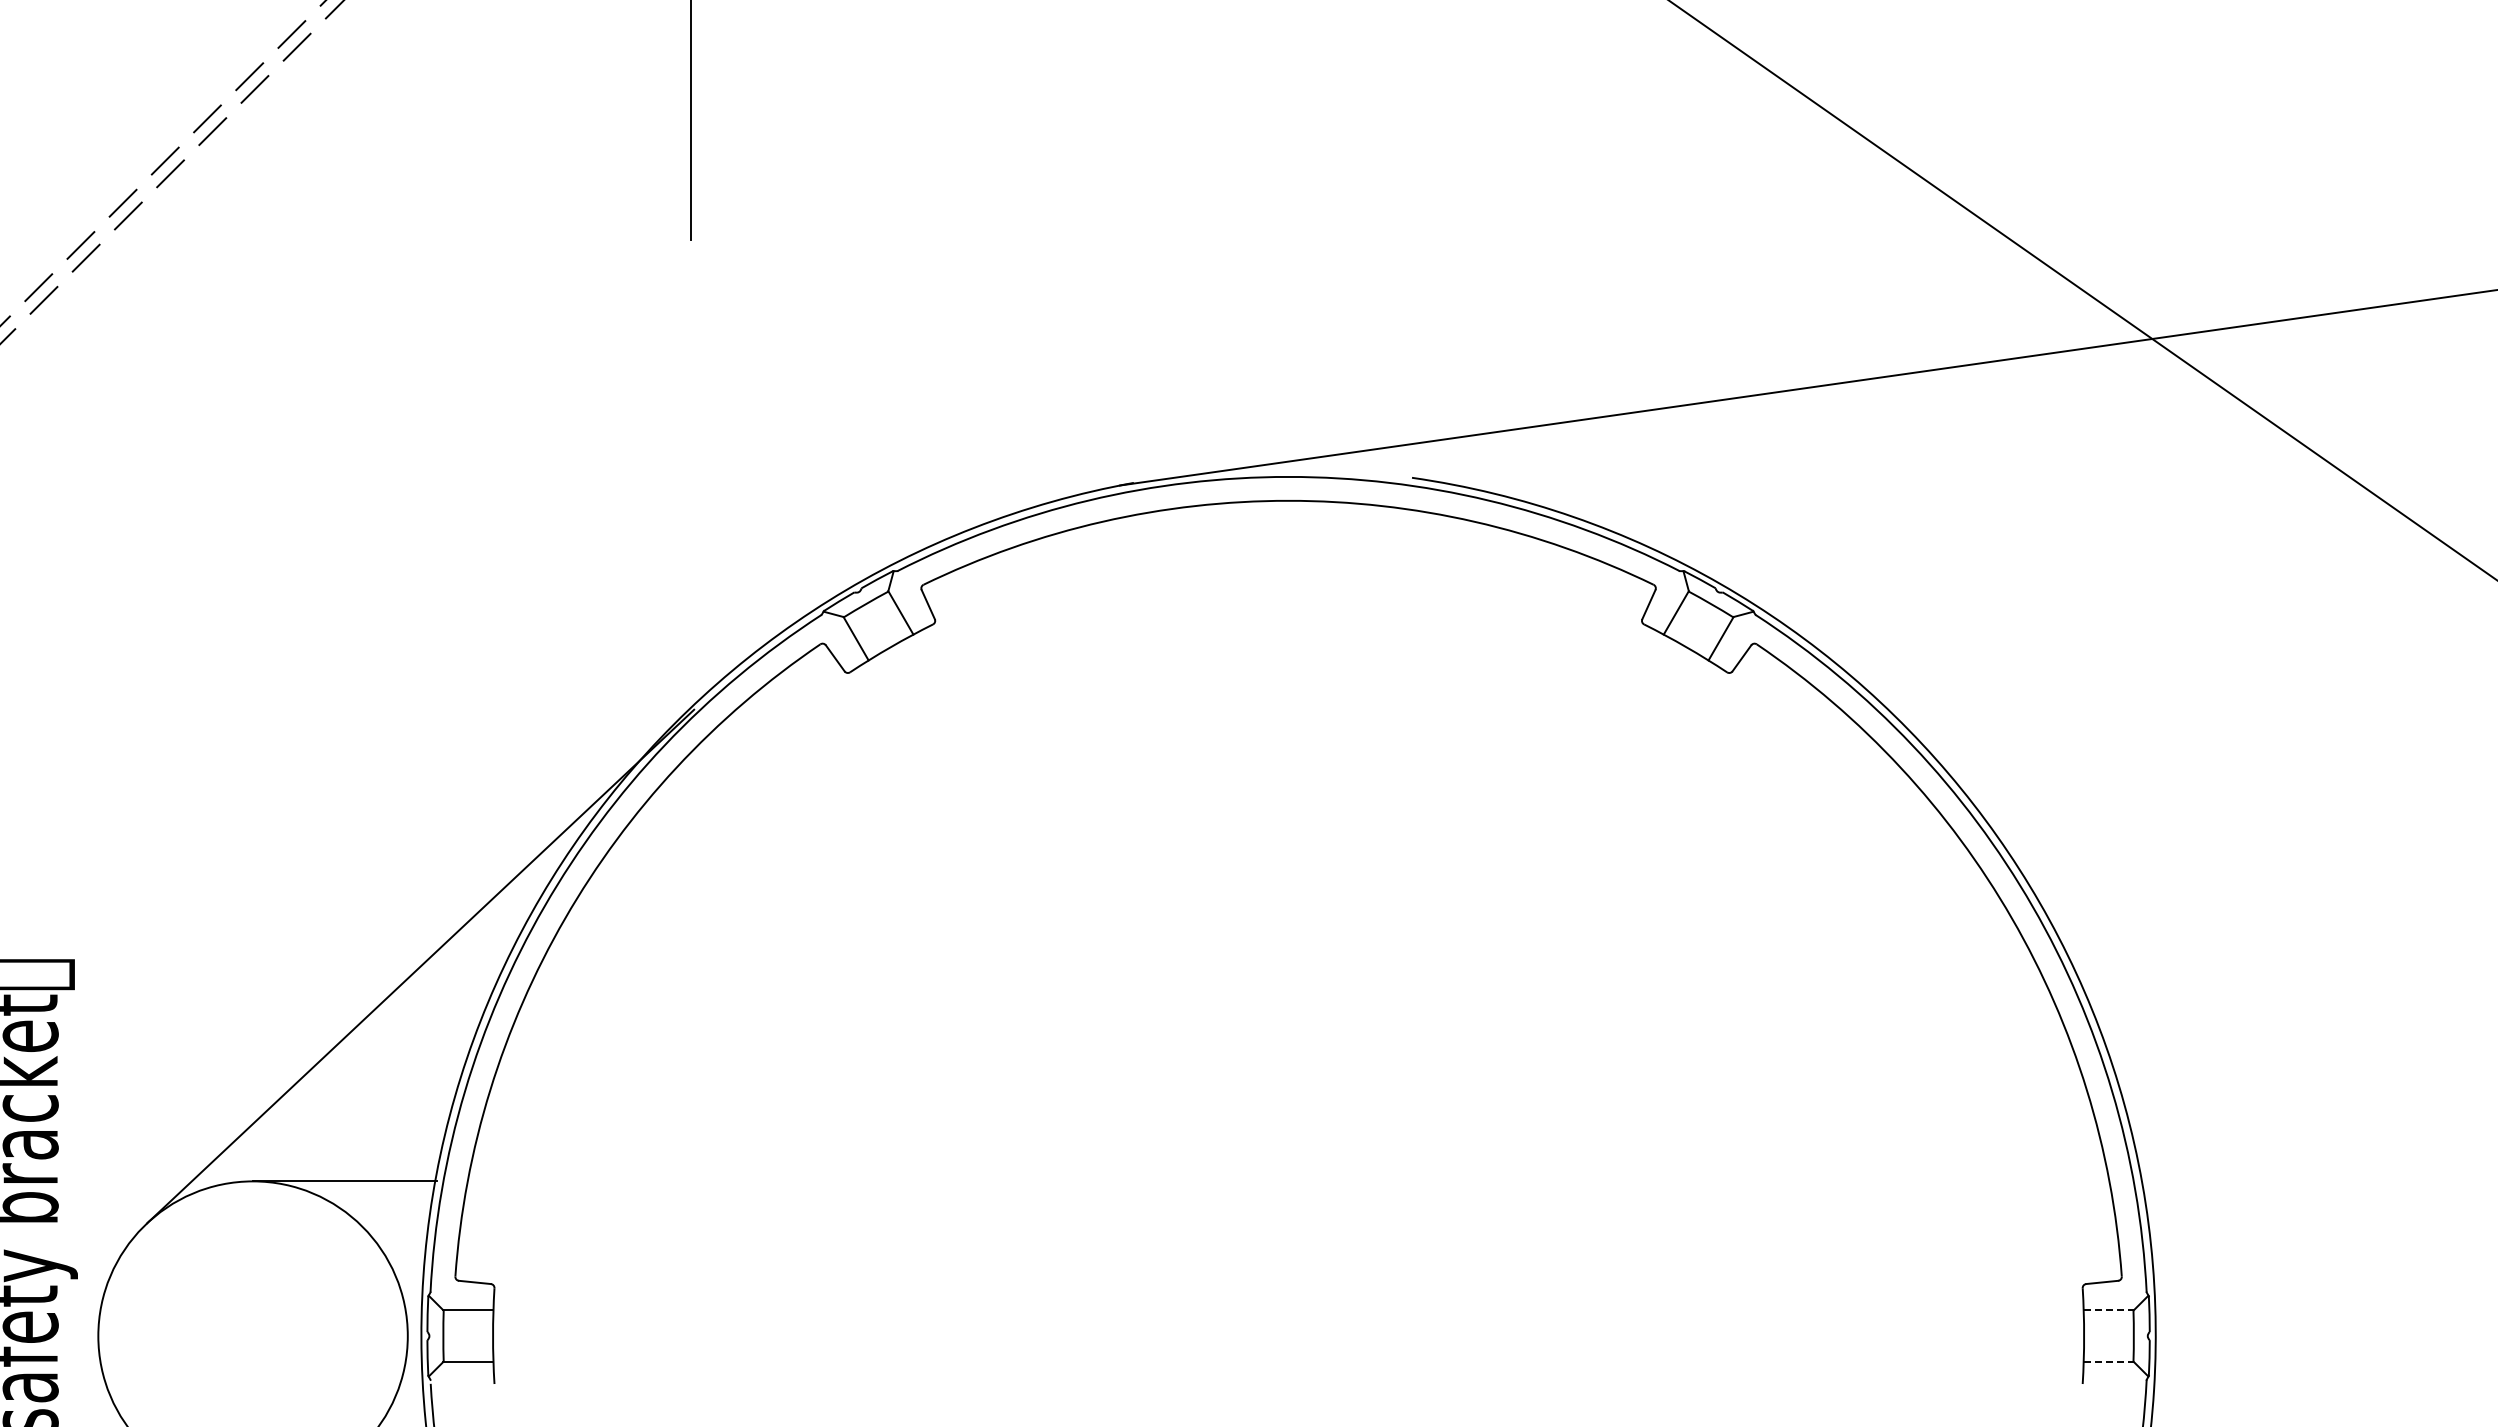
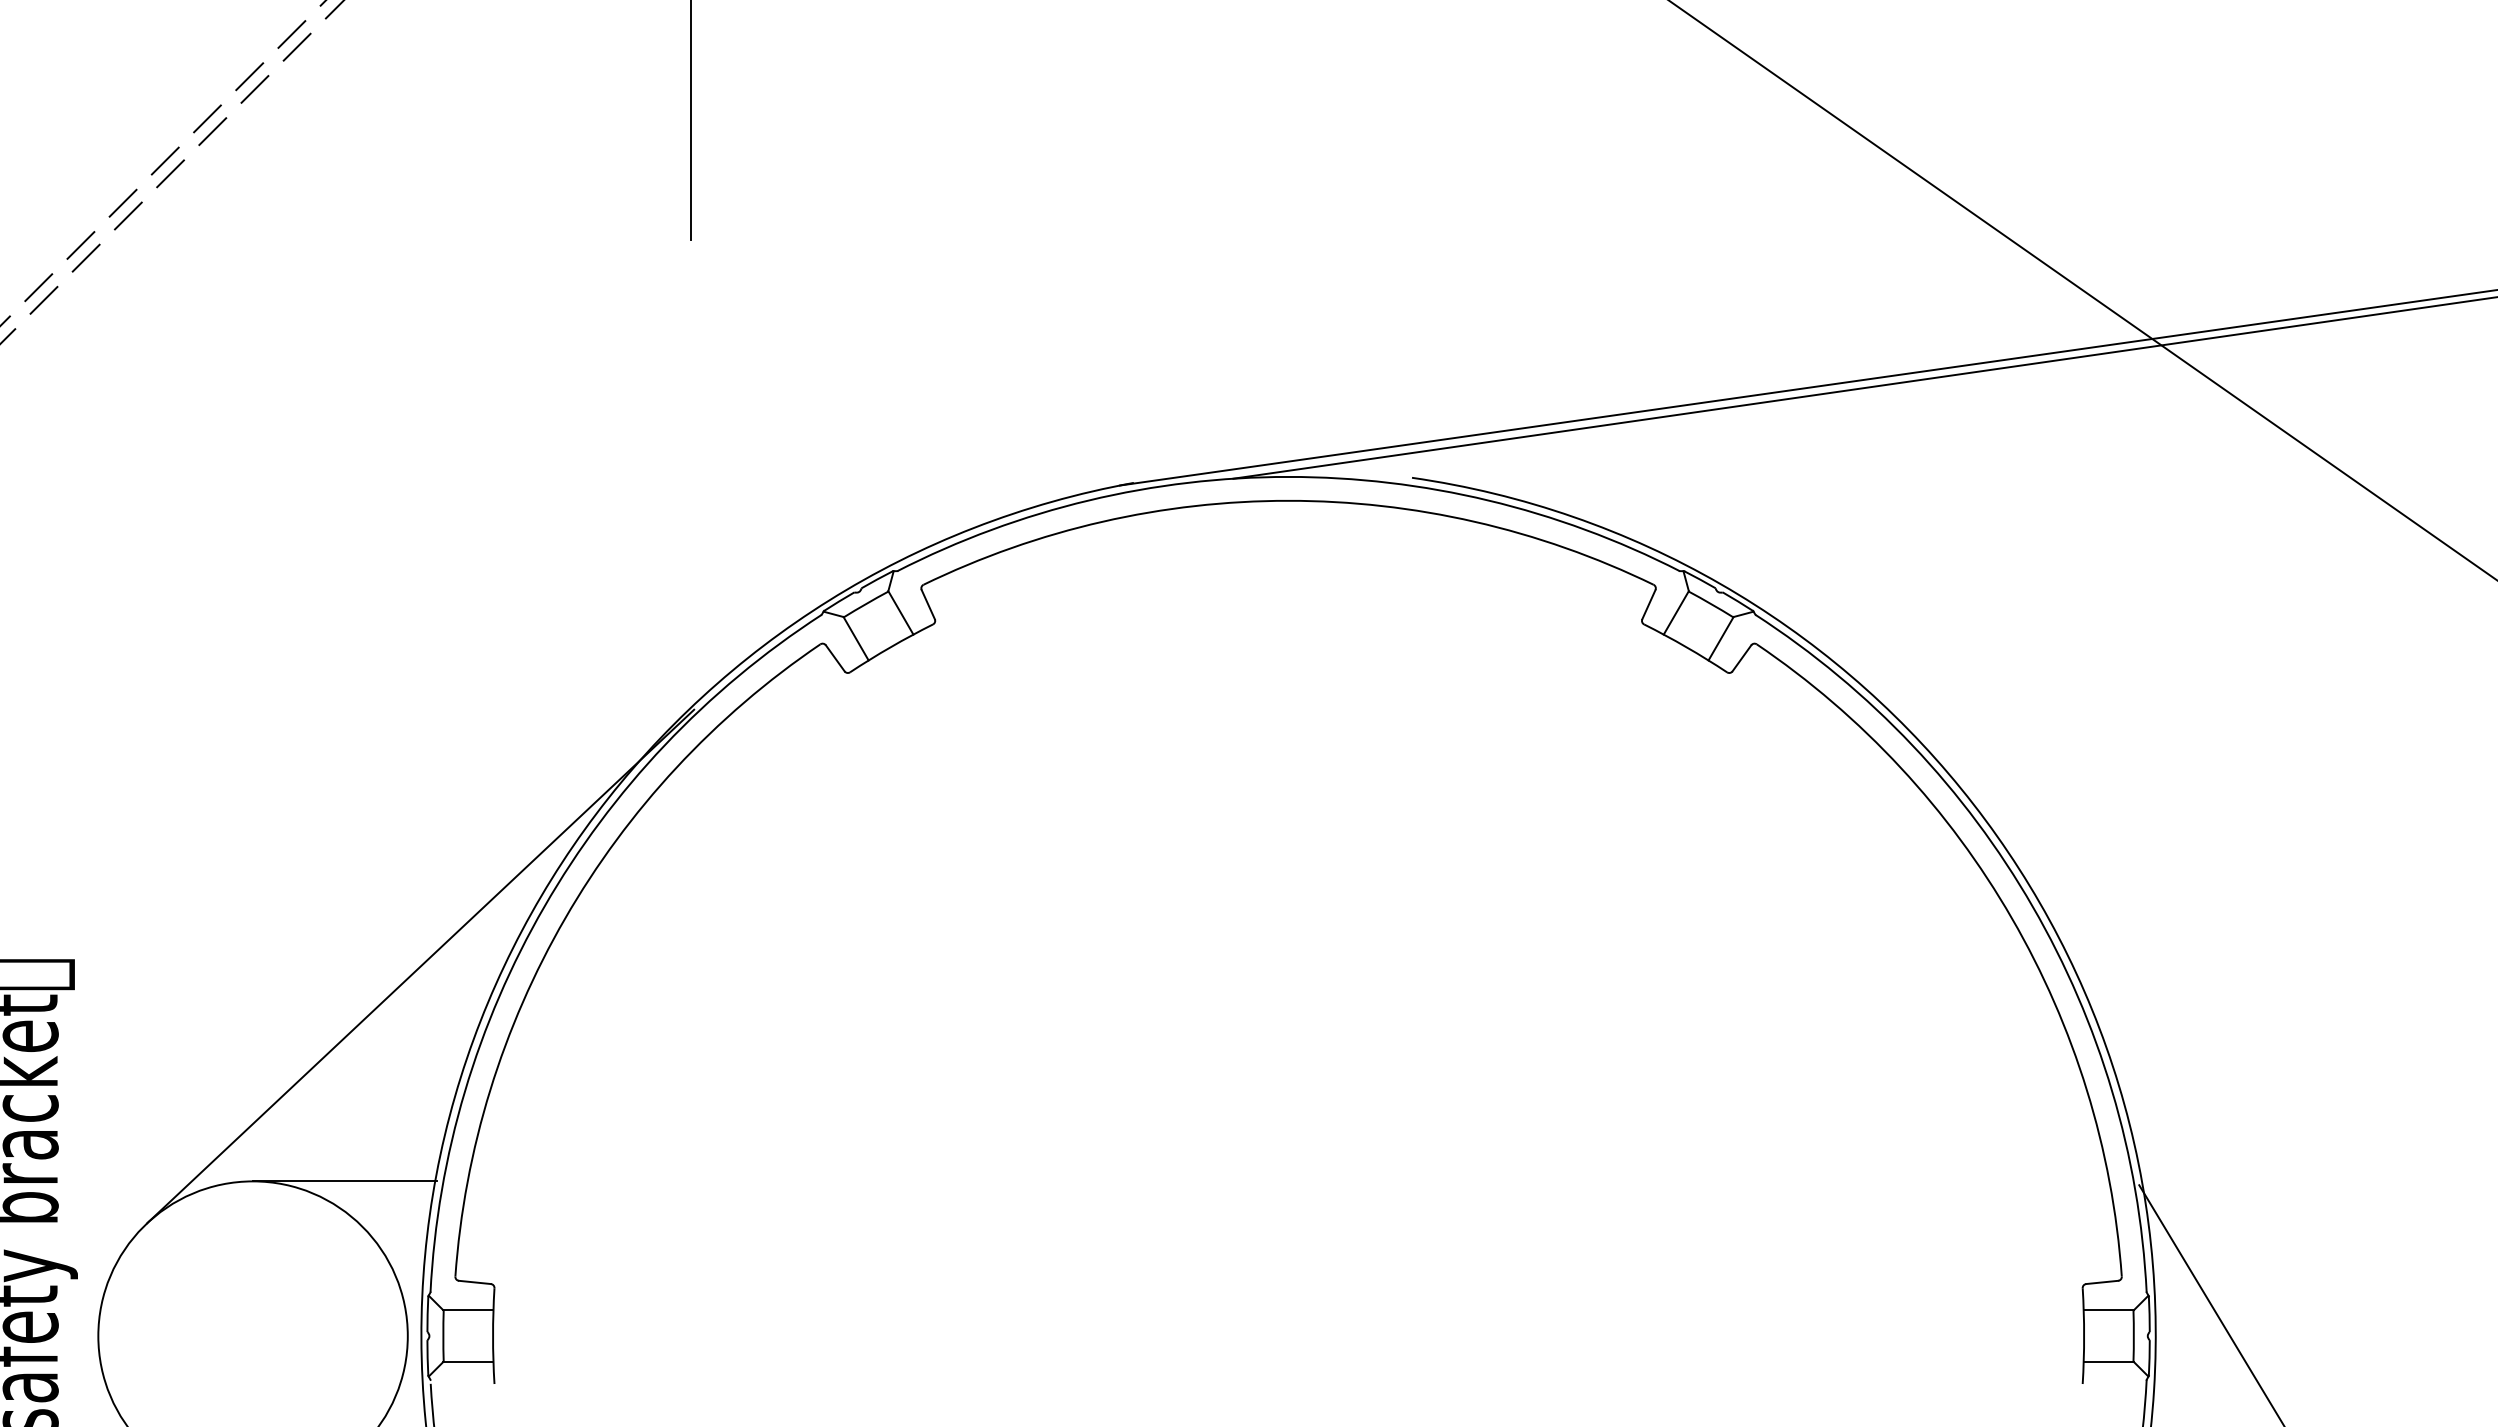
line at (1863, 387): none -> present
line at (2210, 1304): none -> present
line at (2109, 1310): dashed -> solid
line at (2109, 1361): dashed -> solid
